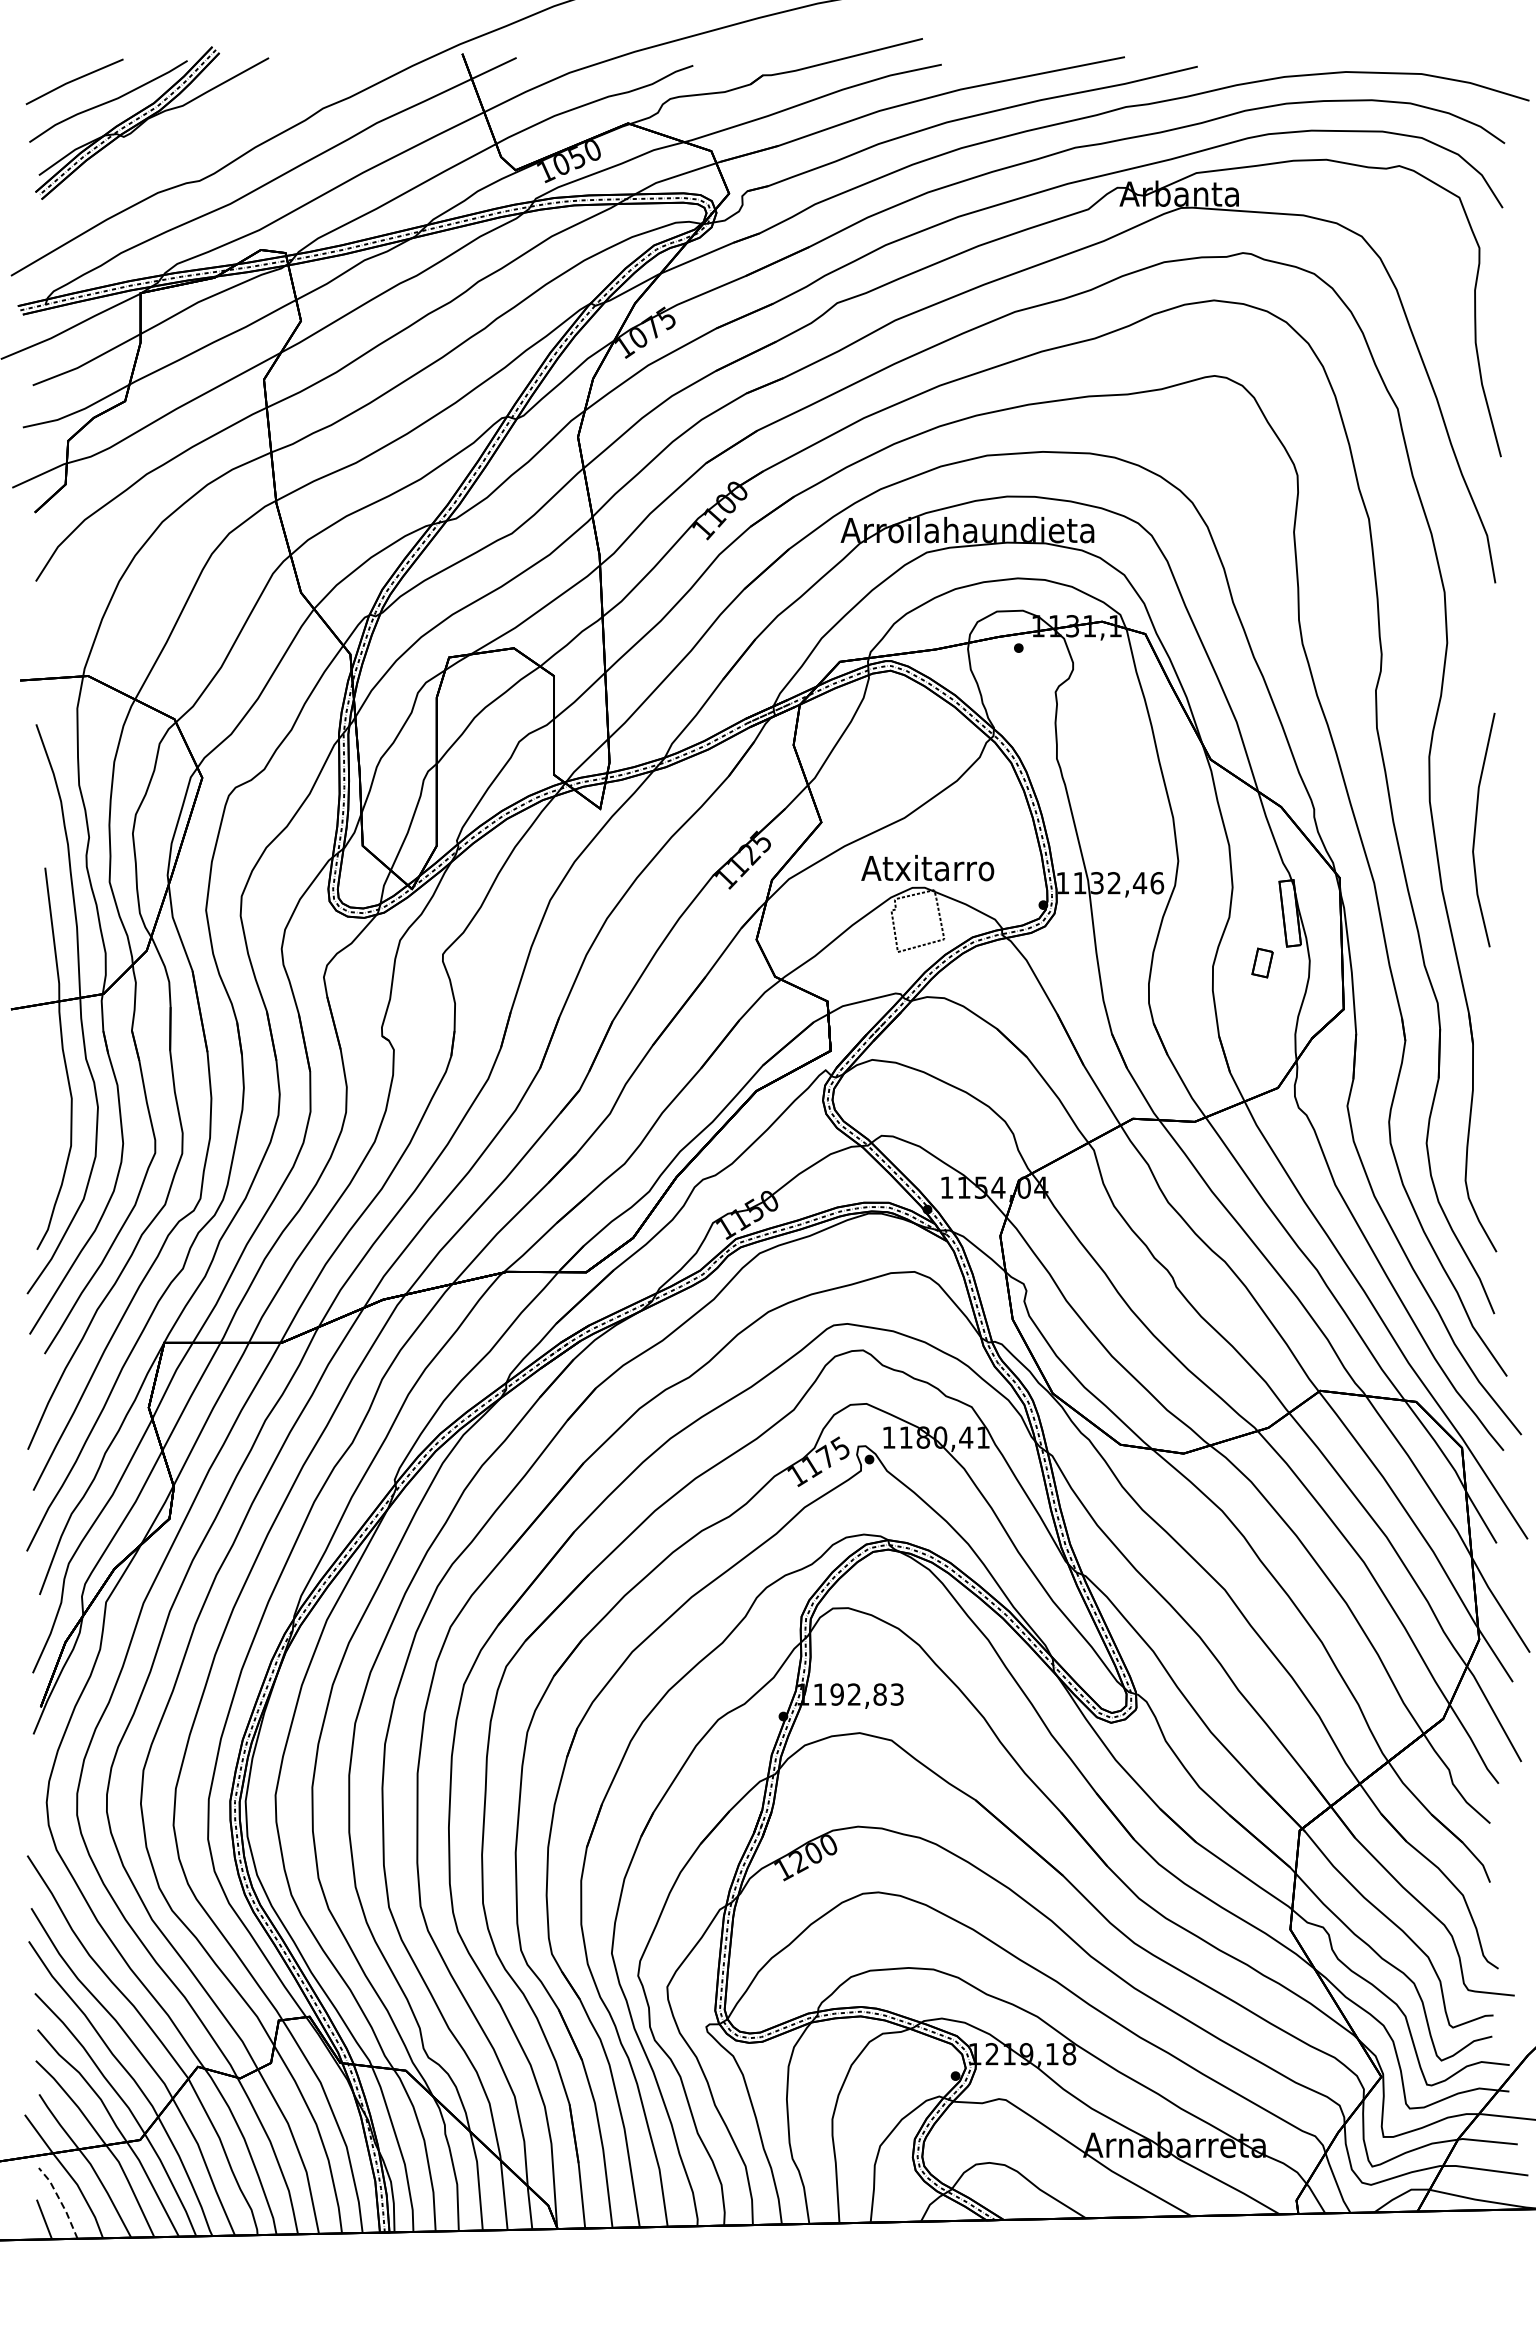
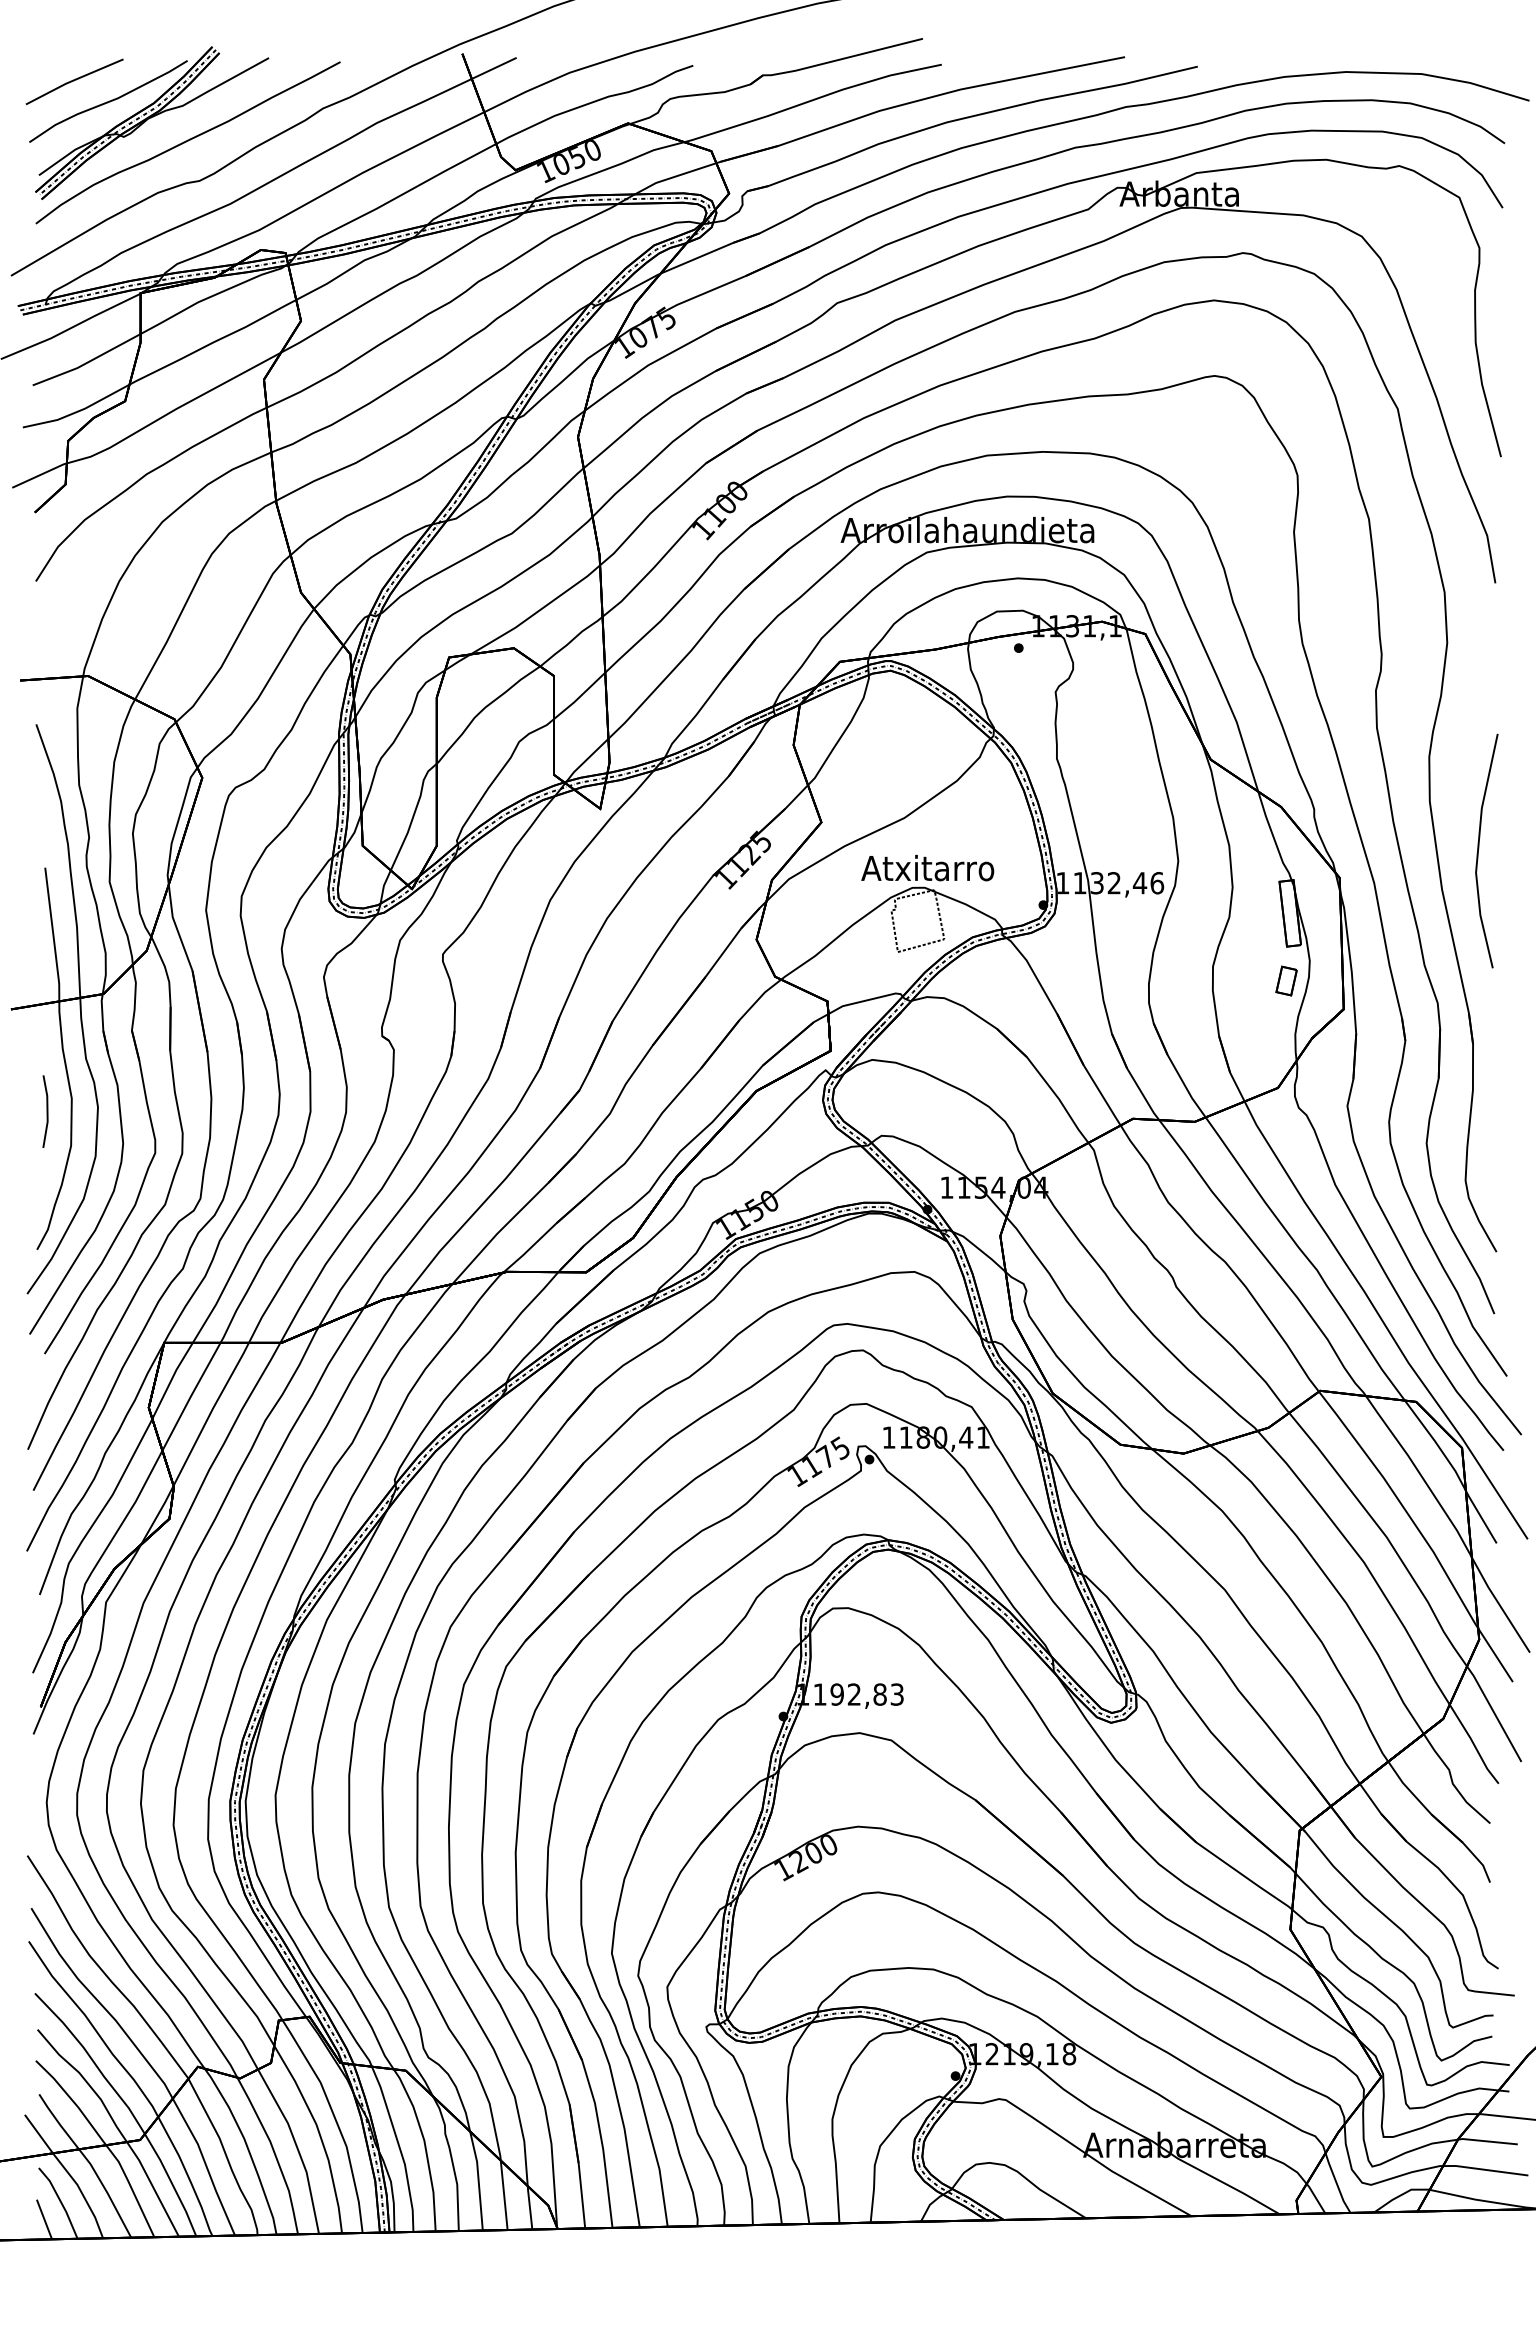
curve at (187, 141): none -> present
line at (1476, 827) position: (1476, 827) -> (1479, 848)
part at (1262, 962) position: (1262, 962) -> (1286, 980)
line at (46, 1111): none -> present
line at (60, 2201): dashed -> solid
